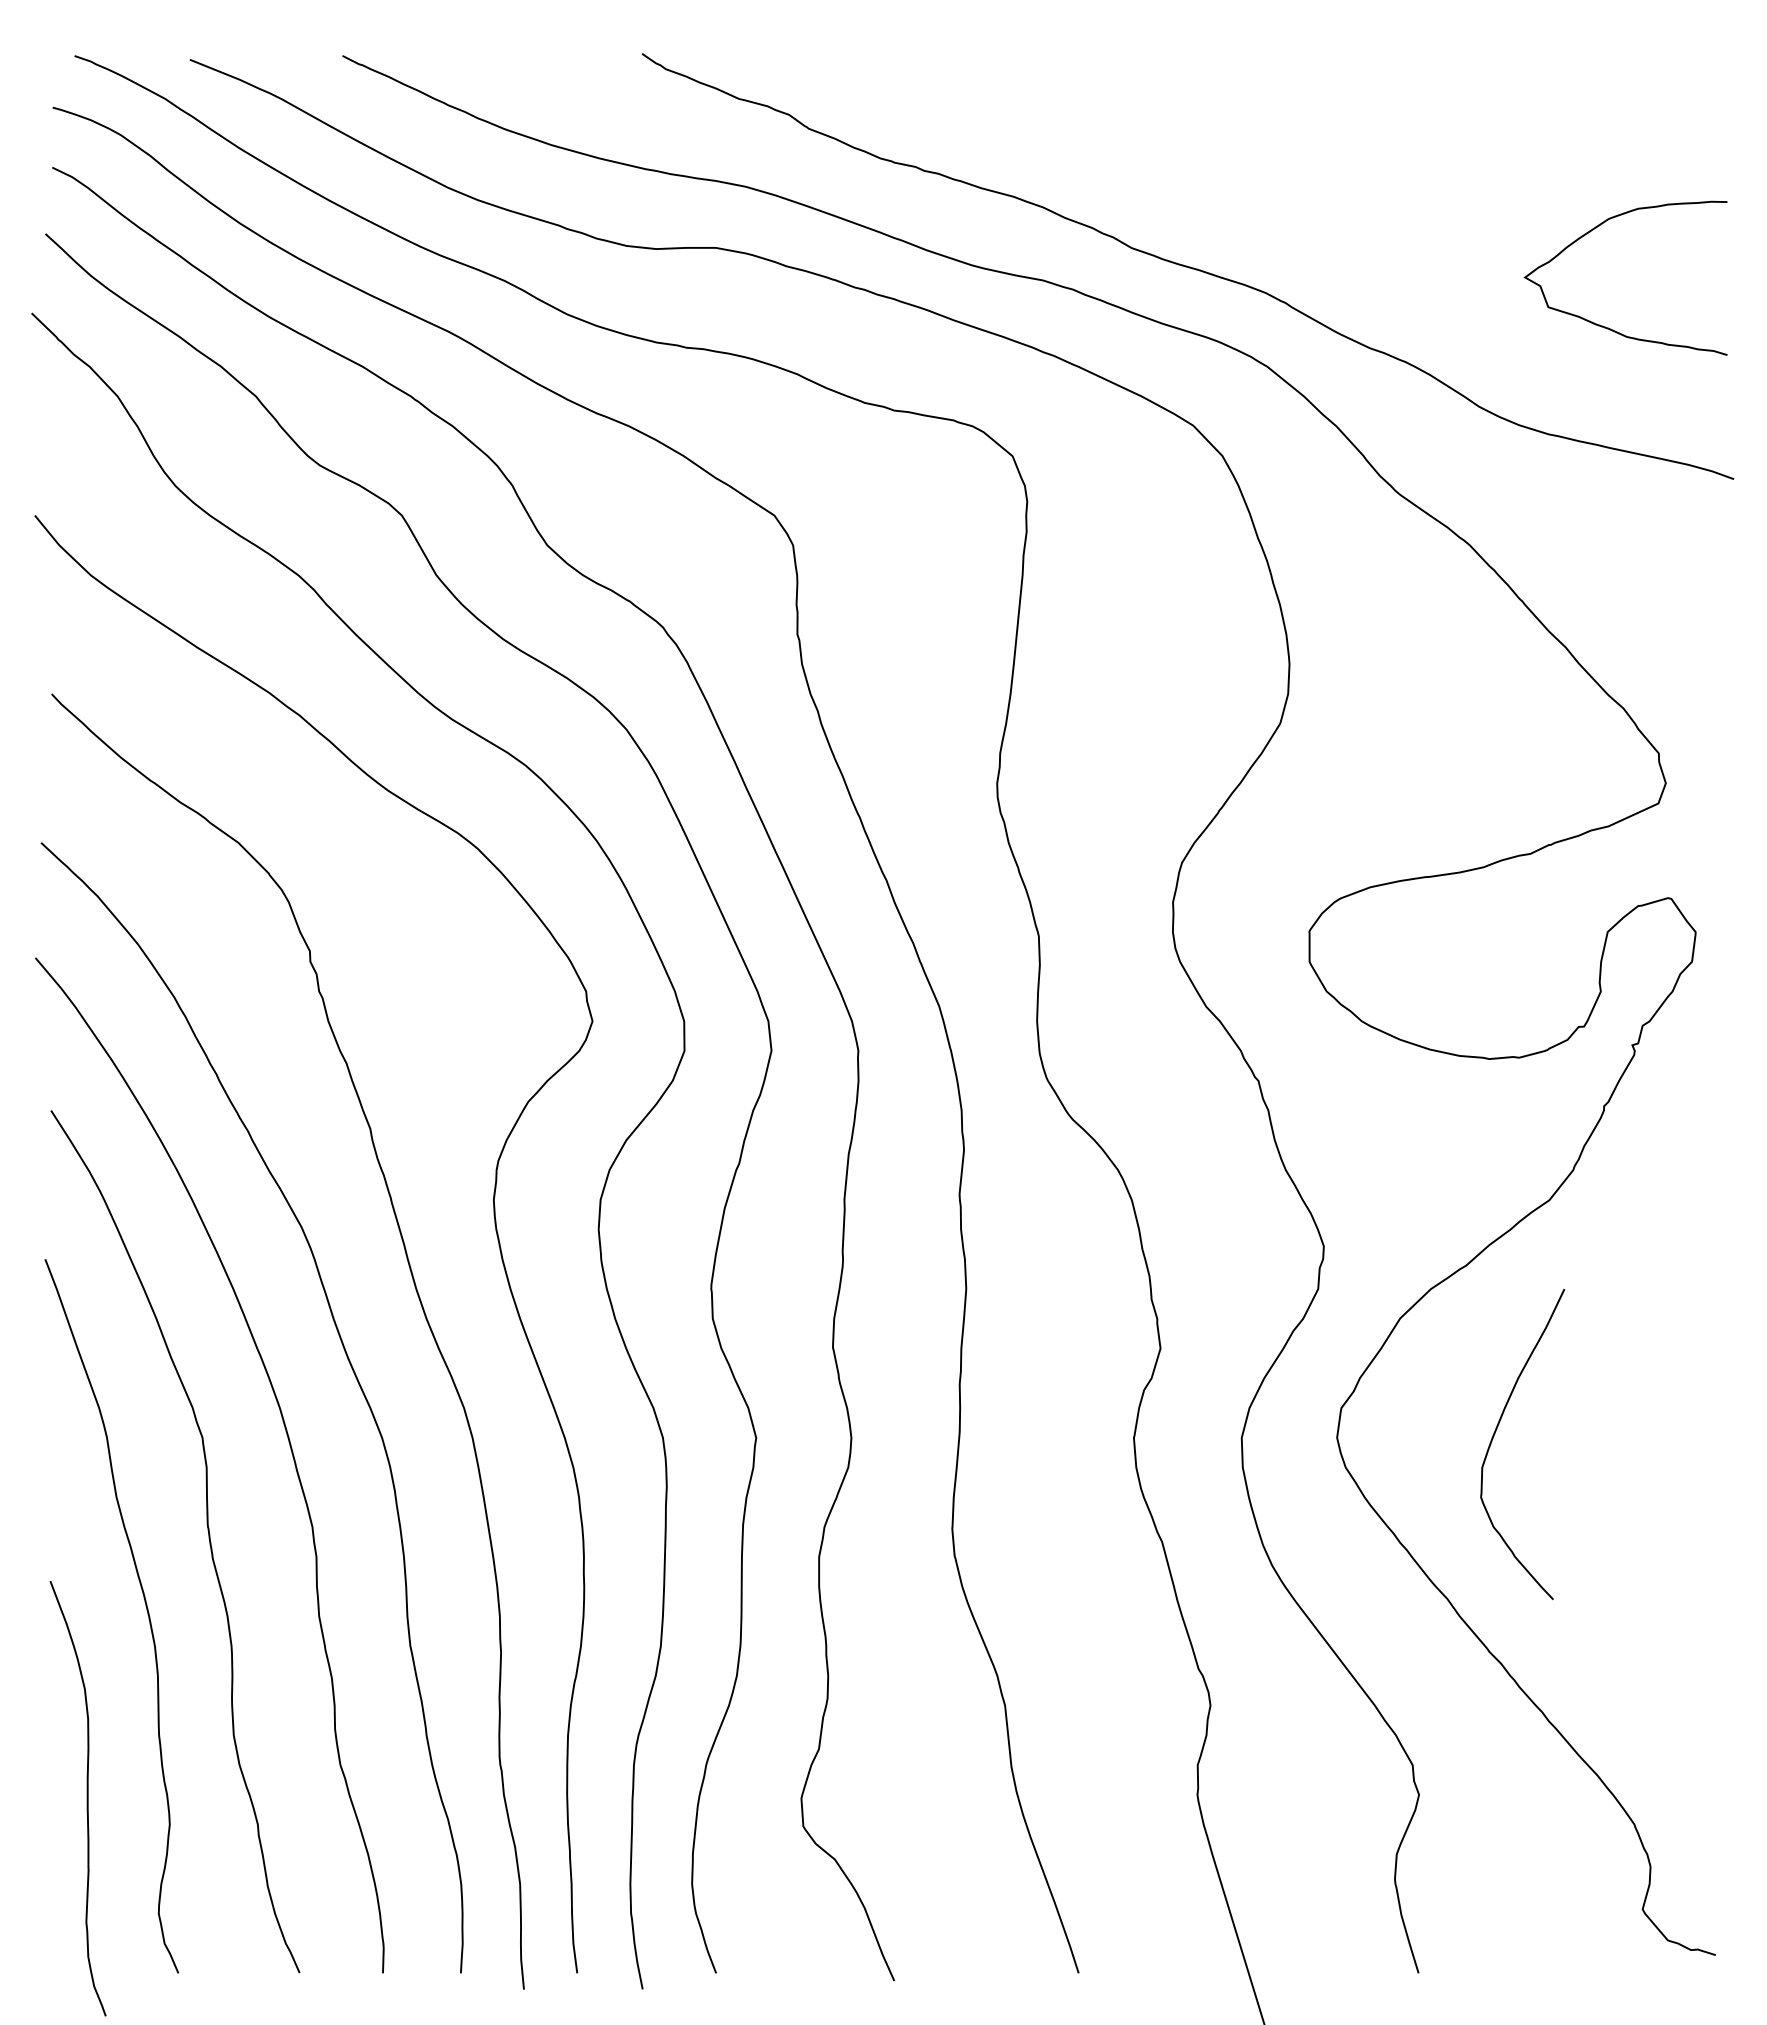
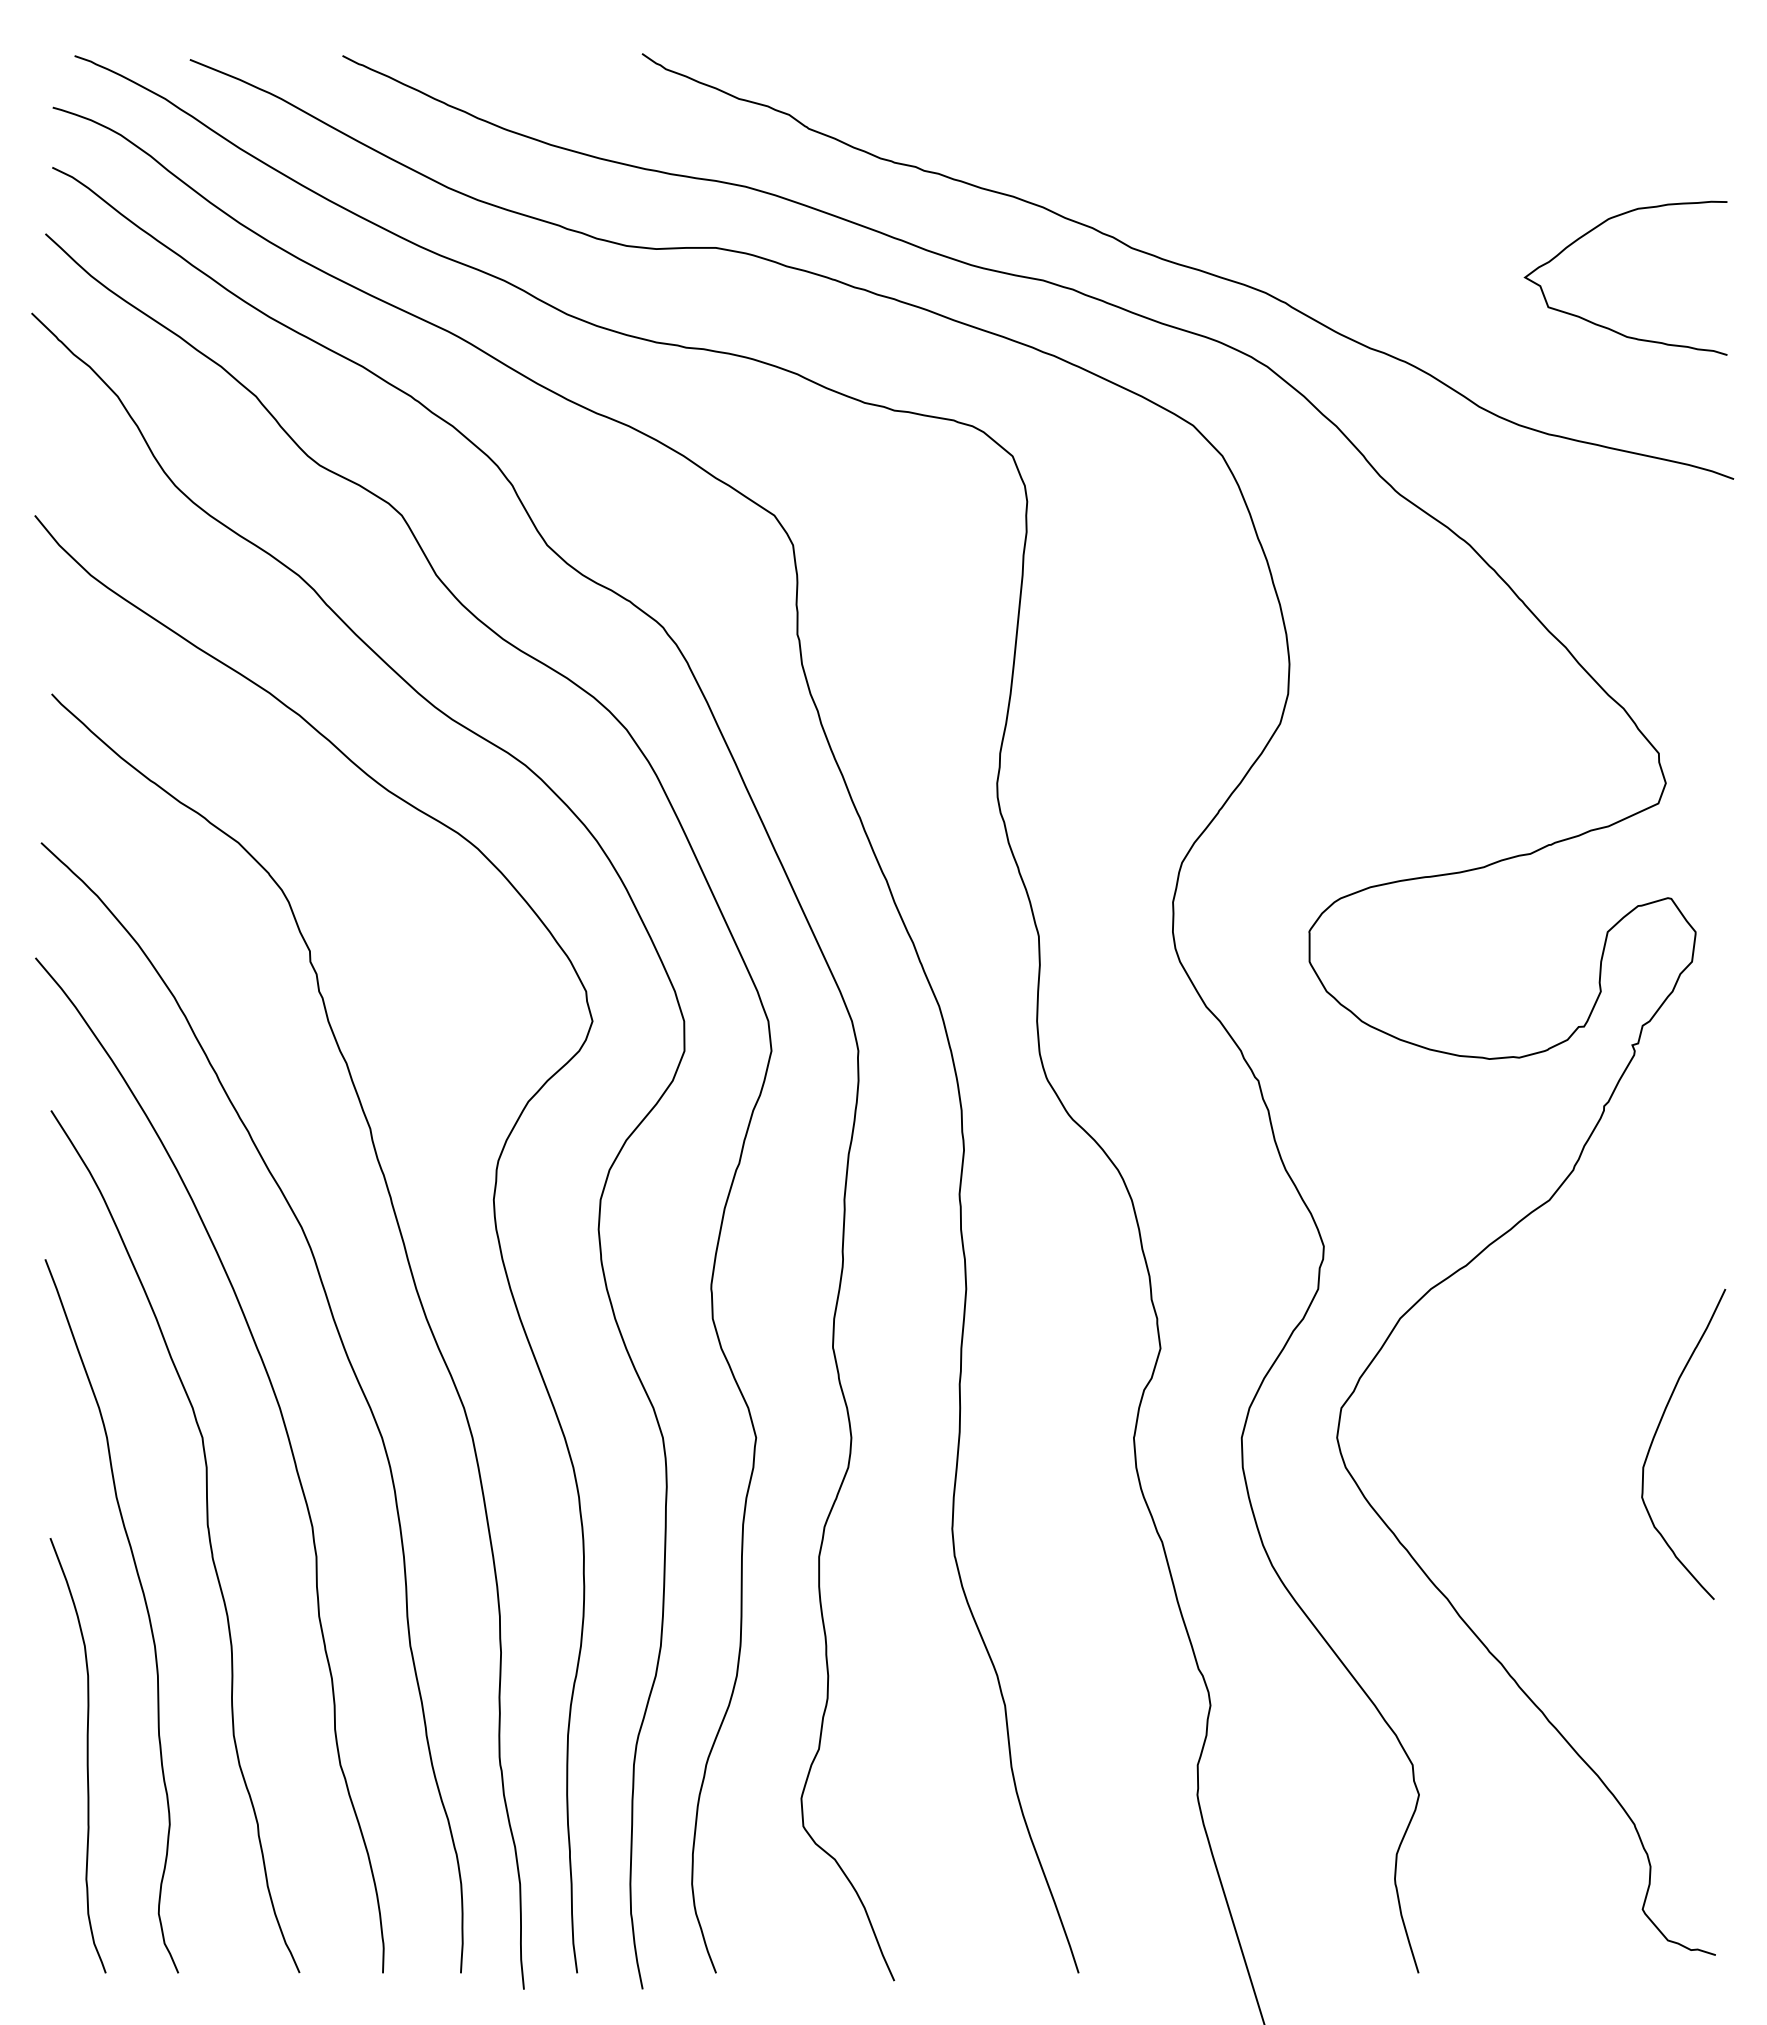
curve at (1496, 1431) position: (1496, 1431) -> (1657, 1431)
curve at (86, 1798) position: (86, 1798) -> (86, 1755)
